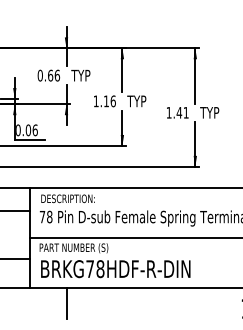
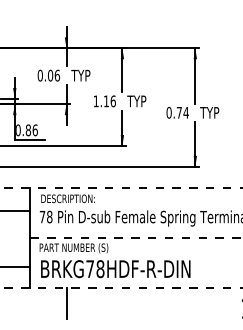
text at (50, 75): 0.66 -> 0.06
text at (177, 112): 1.41 -> 0.74
text at (28, 129): 0.06 -> 0.86
line at (121, 188): solid -> dashed
line at (137, 238): solid -> dashed
line at (16, 258) position: (16, 258) -> (16, 266)
line at (121, 287): solid -> dashed
